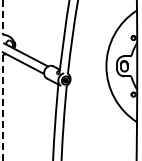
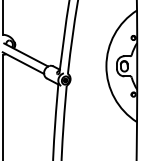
line at (2, 17): dashed -> solid
line at (2, 107): dashed -> solid
